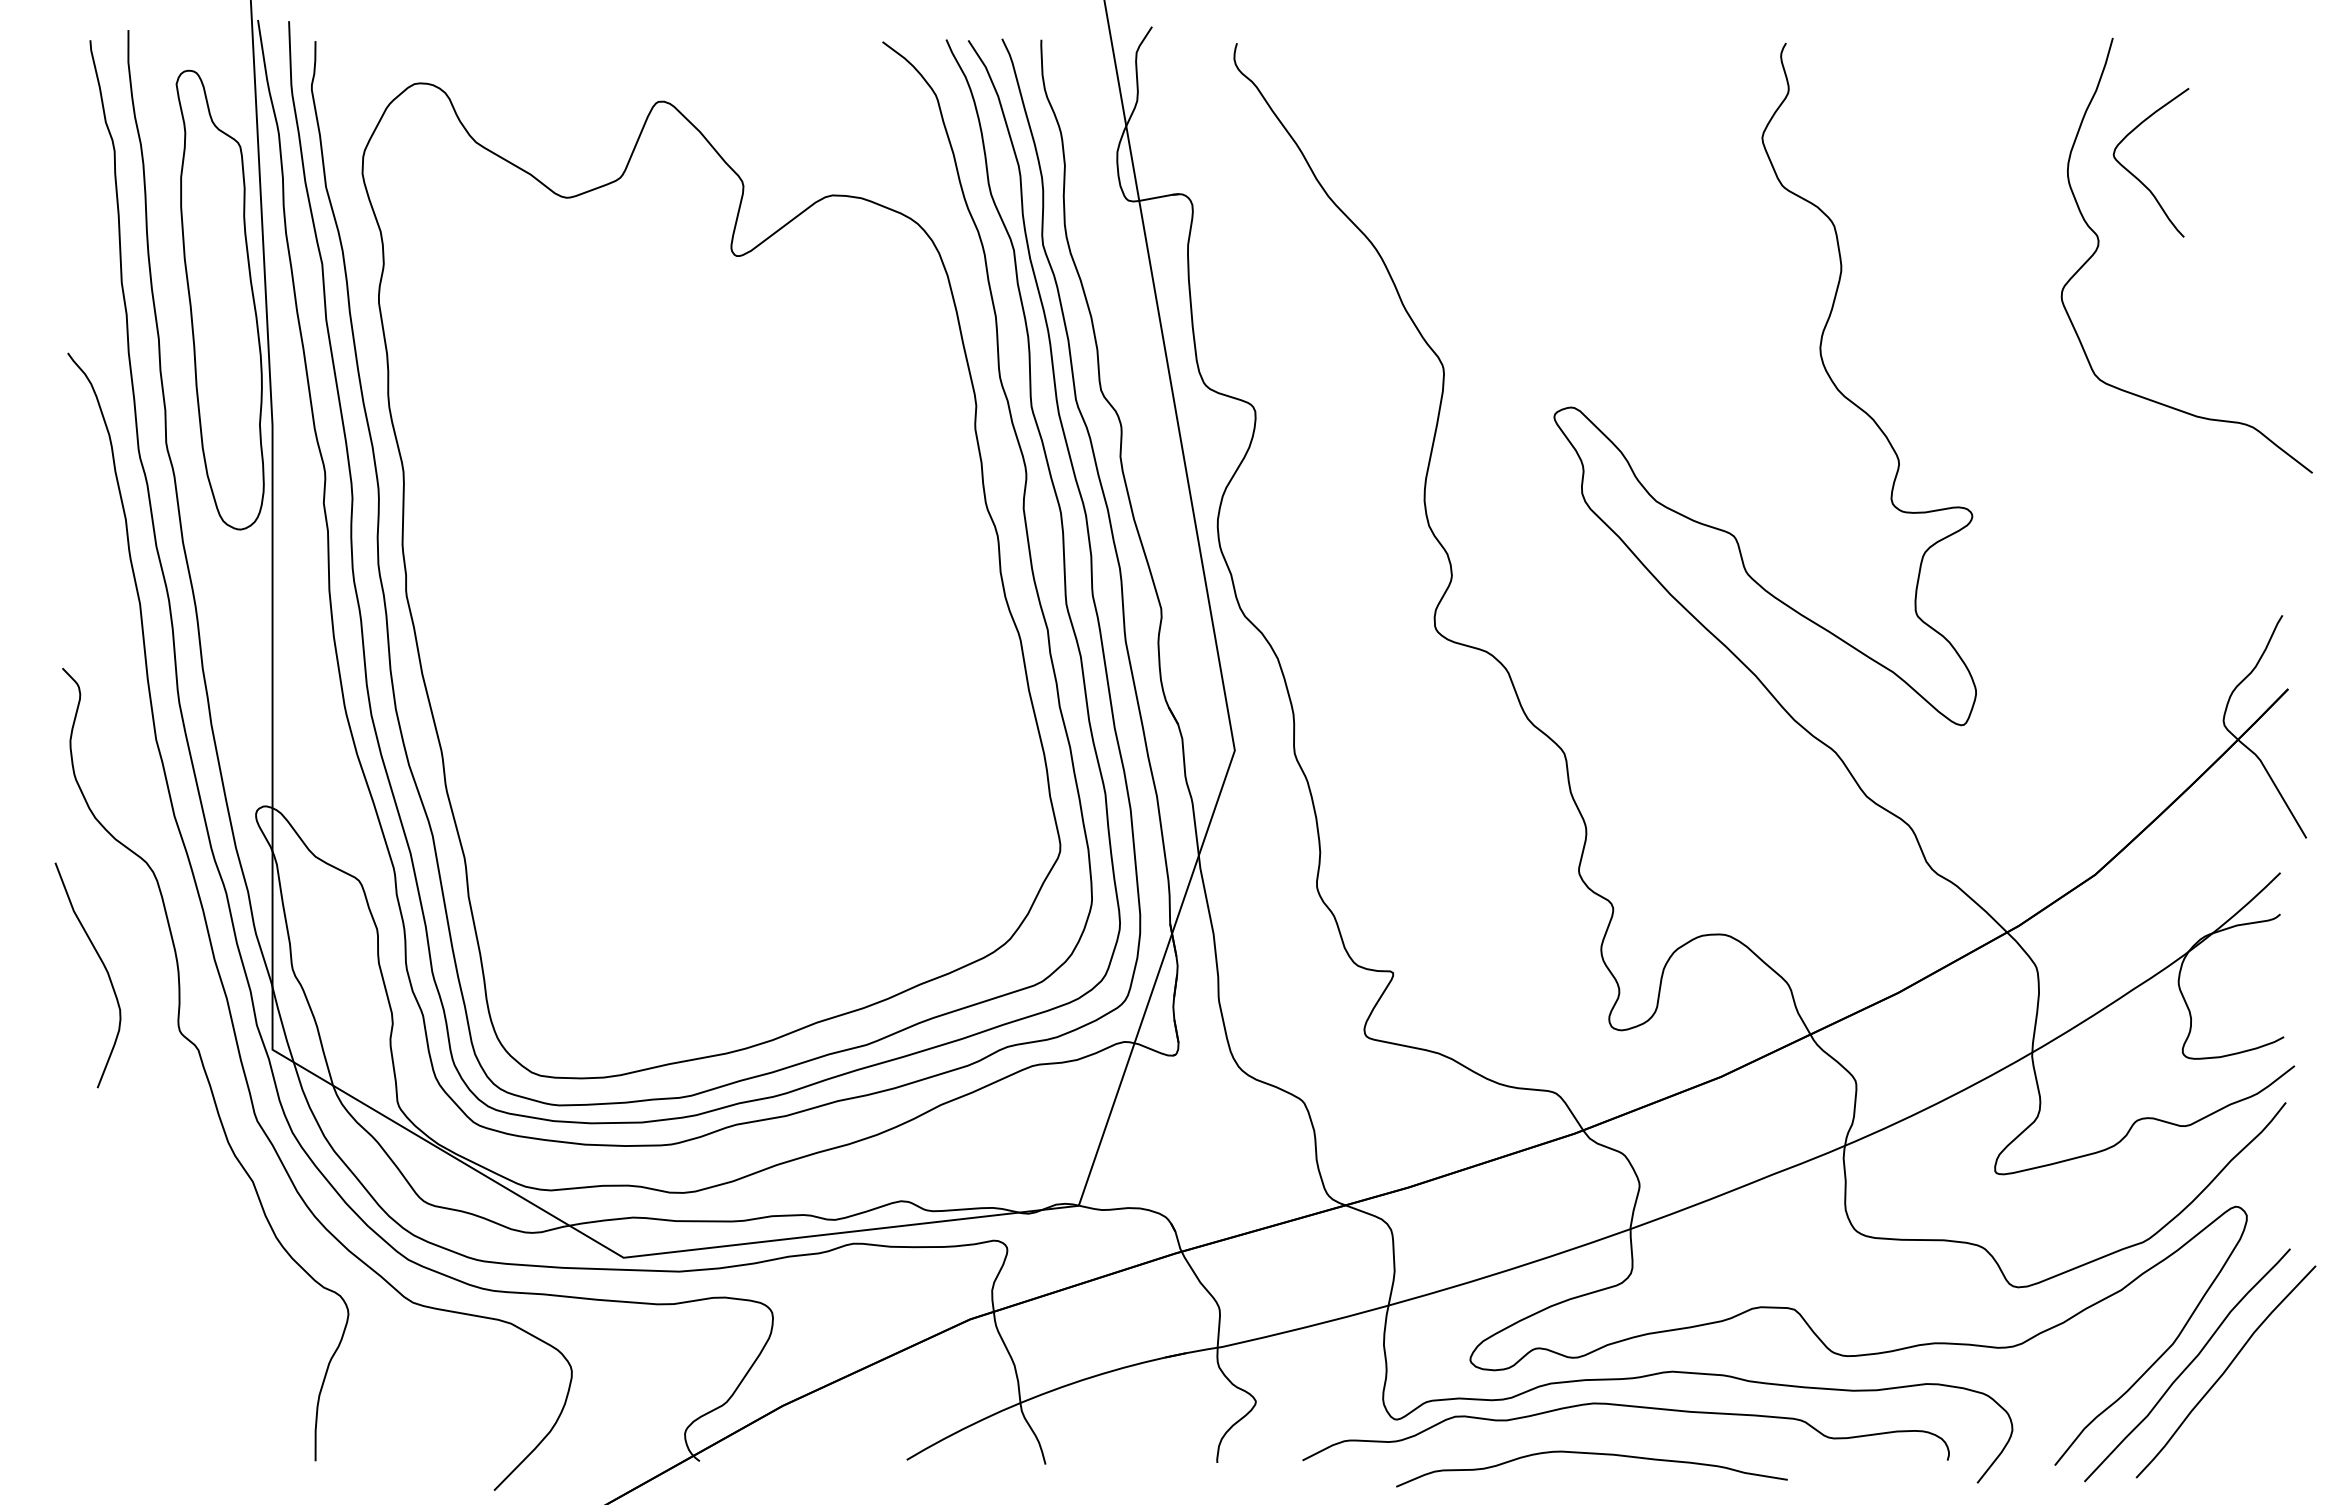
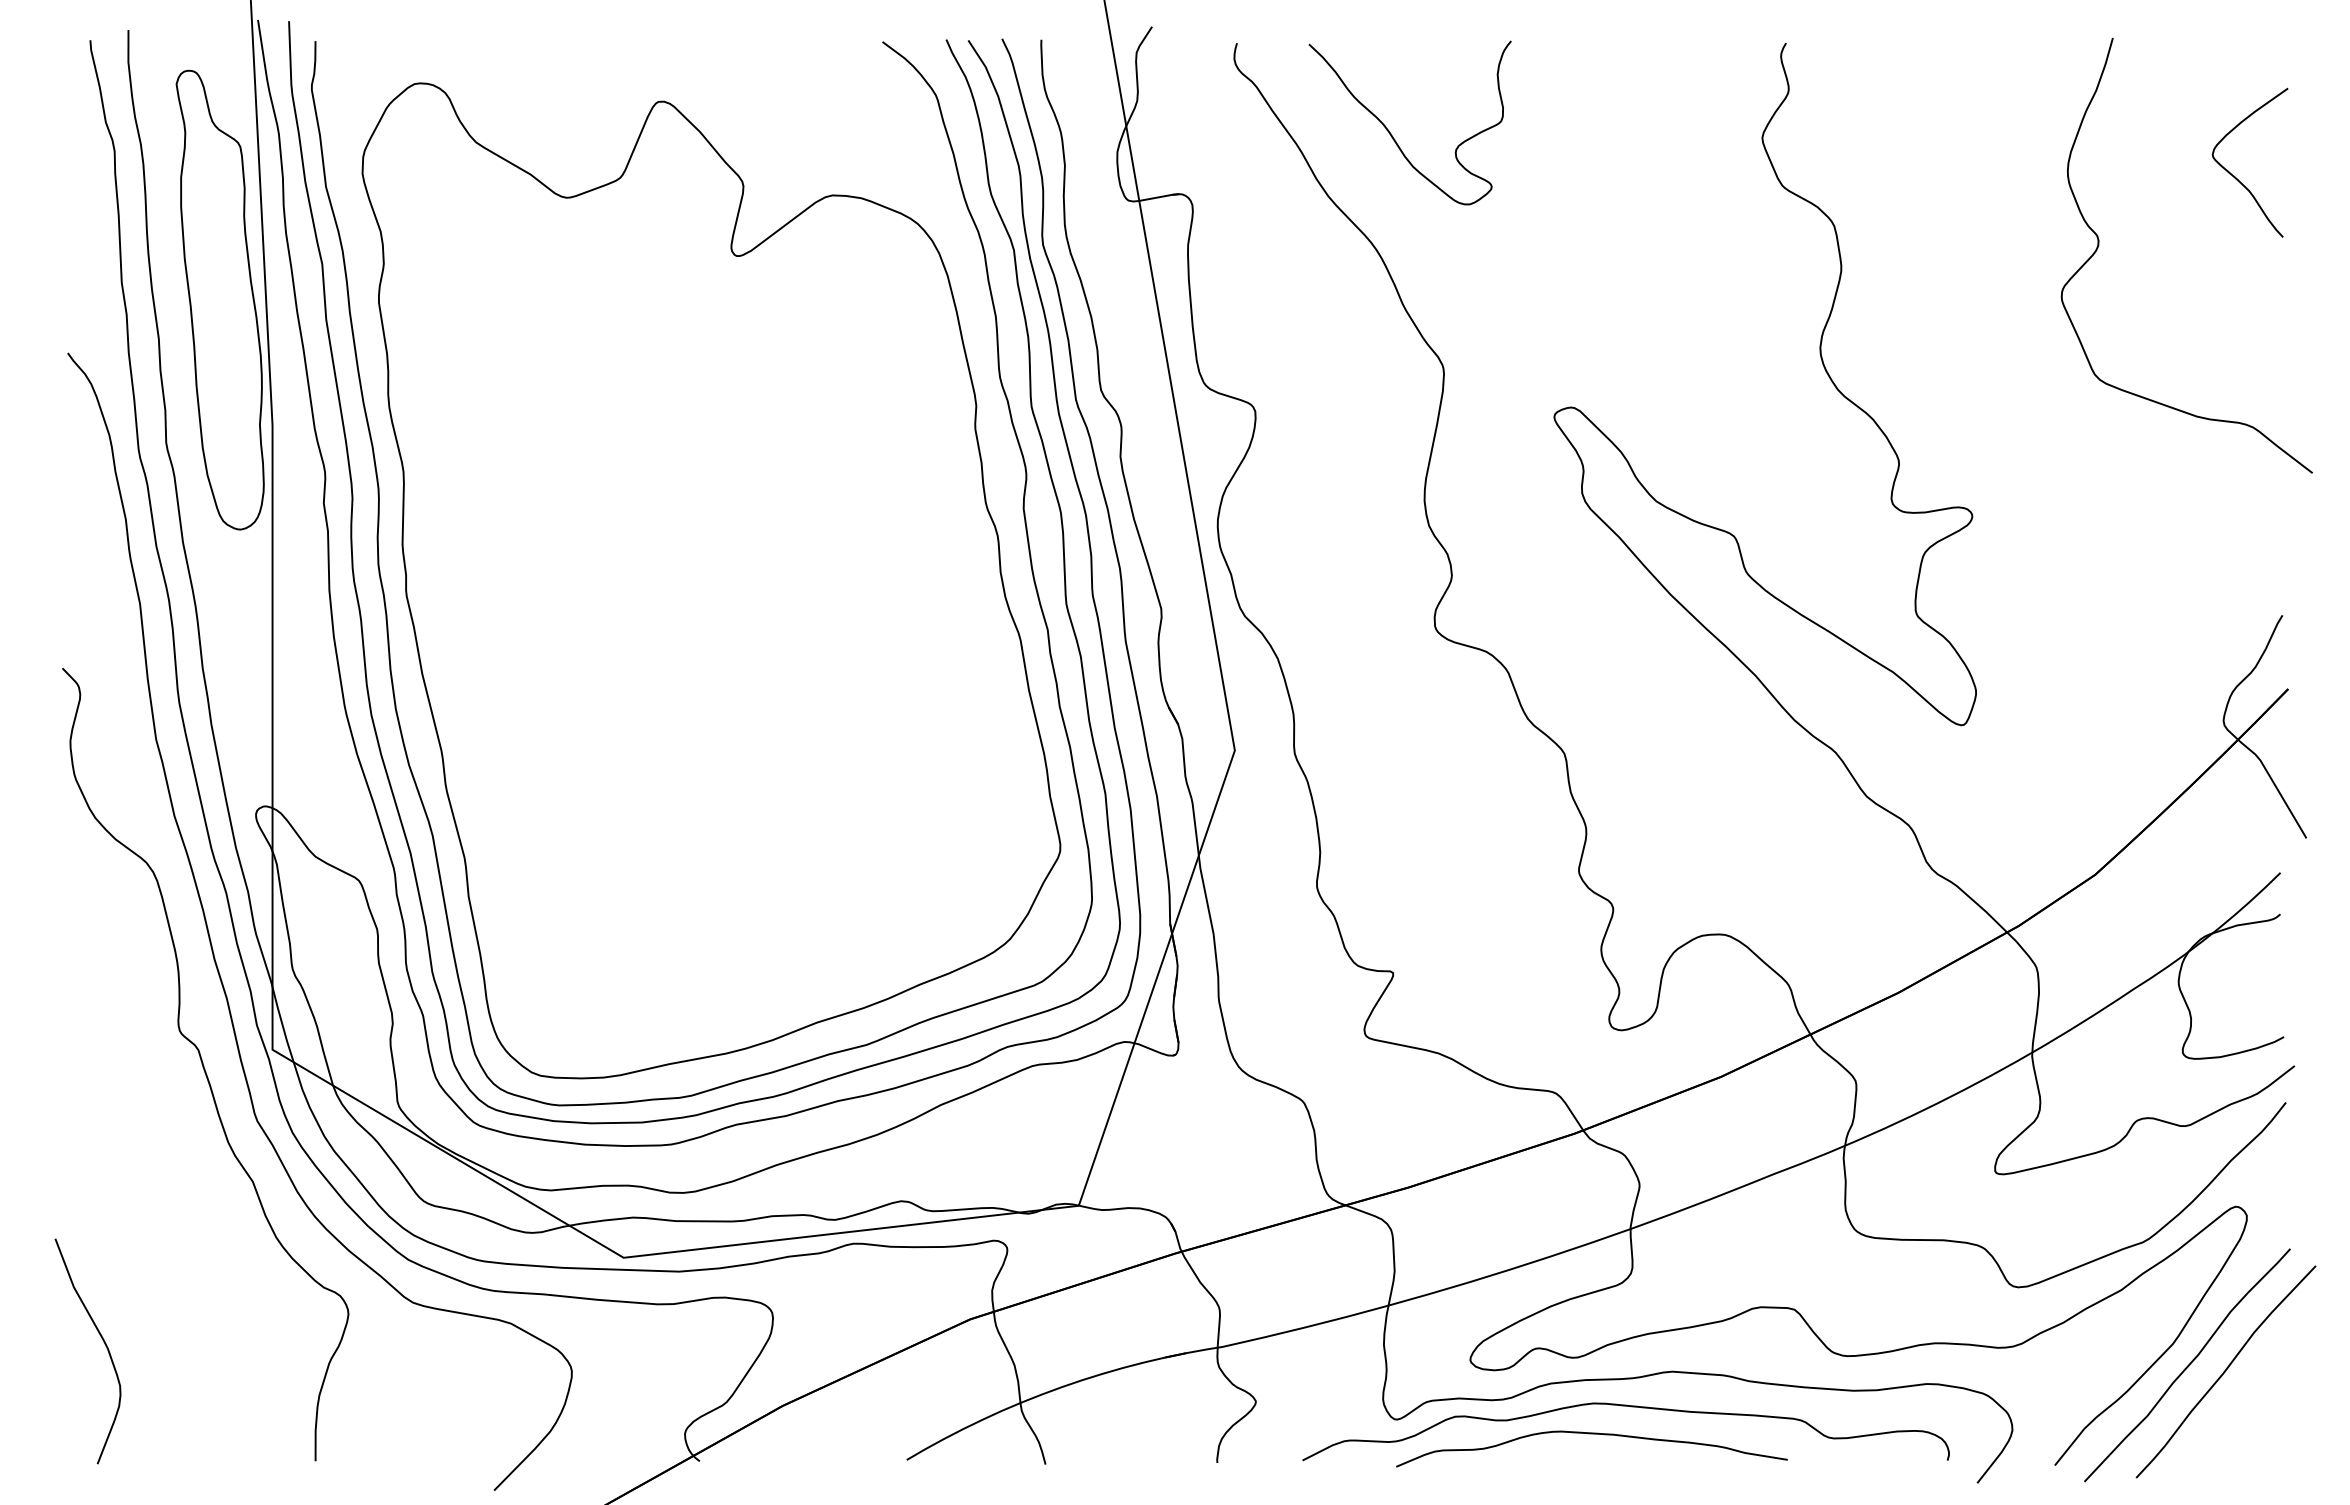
curve at (1391, 133): none -> present
curve at (2136, 176) position: (2136, 176) -> (2235, 176)
curve at (103, 966) position: (103, 966) -> (103, 1342)
curve at (1591, 1454) position: (1591, 1454) -> (1591, 1434)
